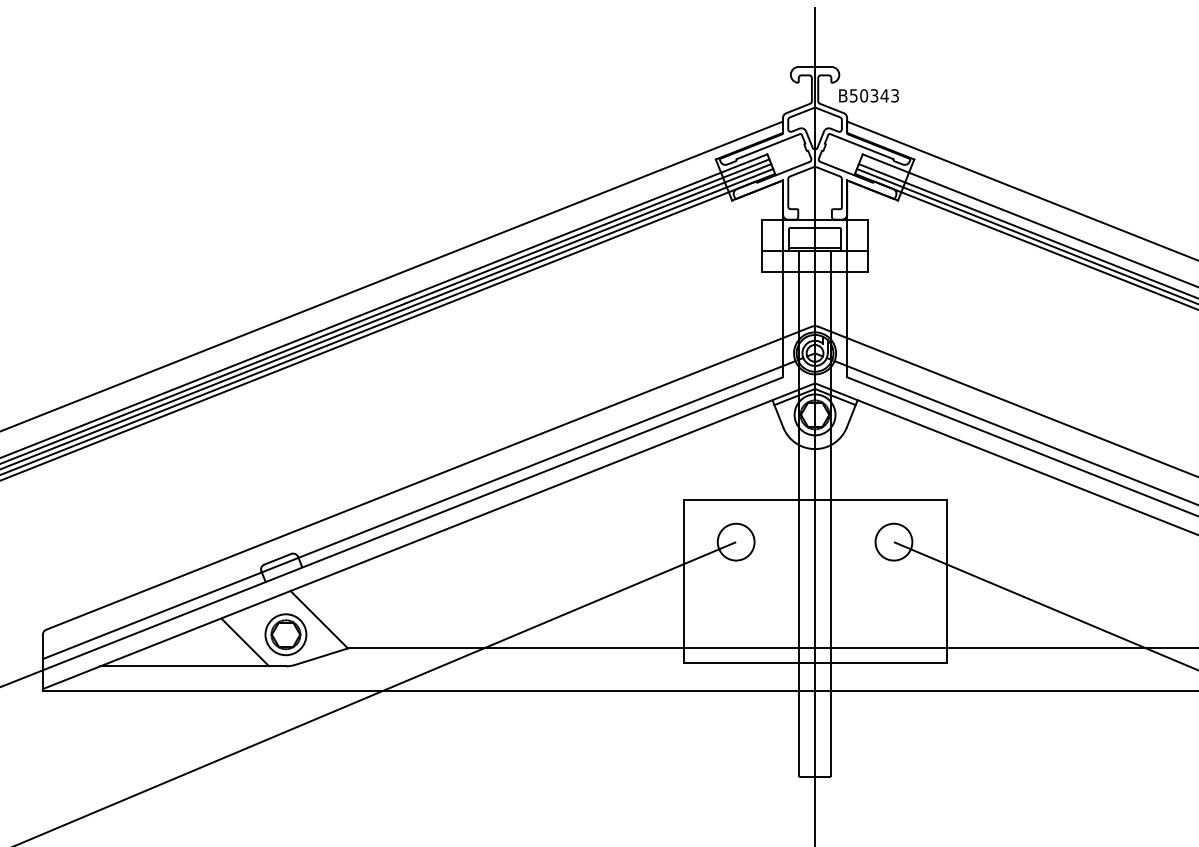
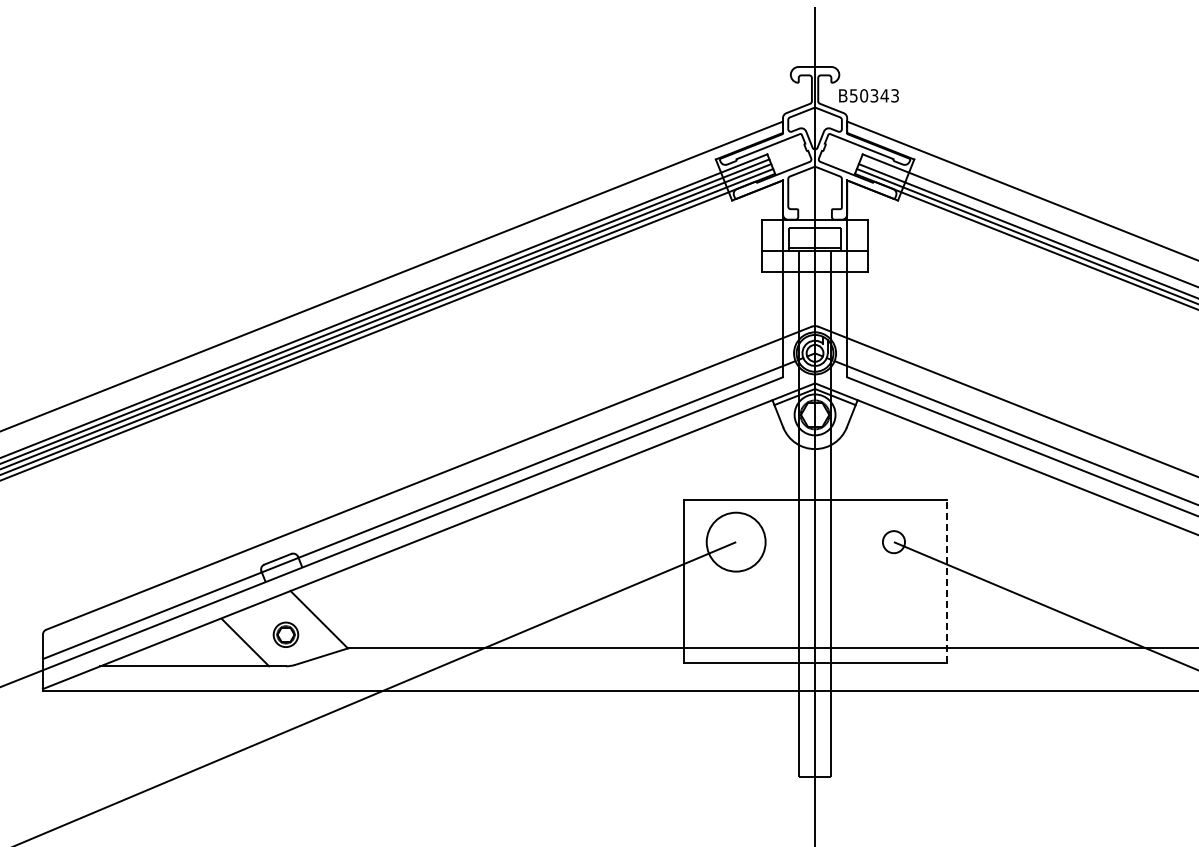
circle at (735, 541) diameter: 37 px -> 59 px
circle at (893, 541) diameter: 37 px -> 22 px
line at (946, 581): solid -> dashed
part at (285, 634) size: 44x44 px -> 28x27 px
